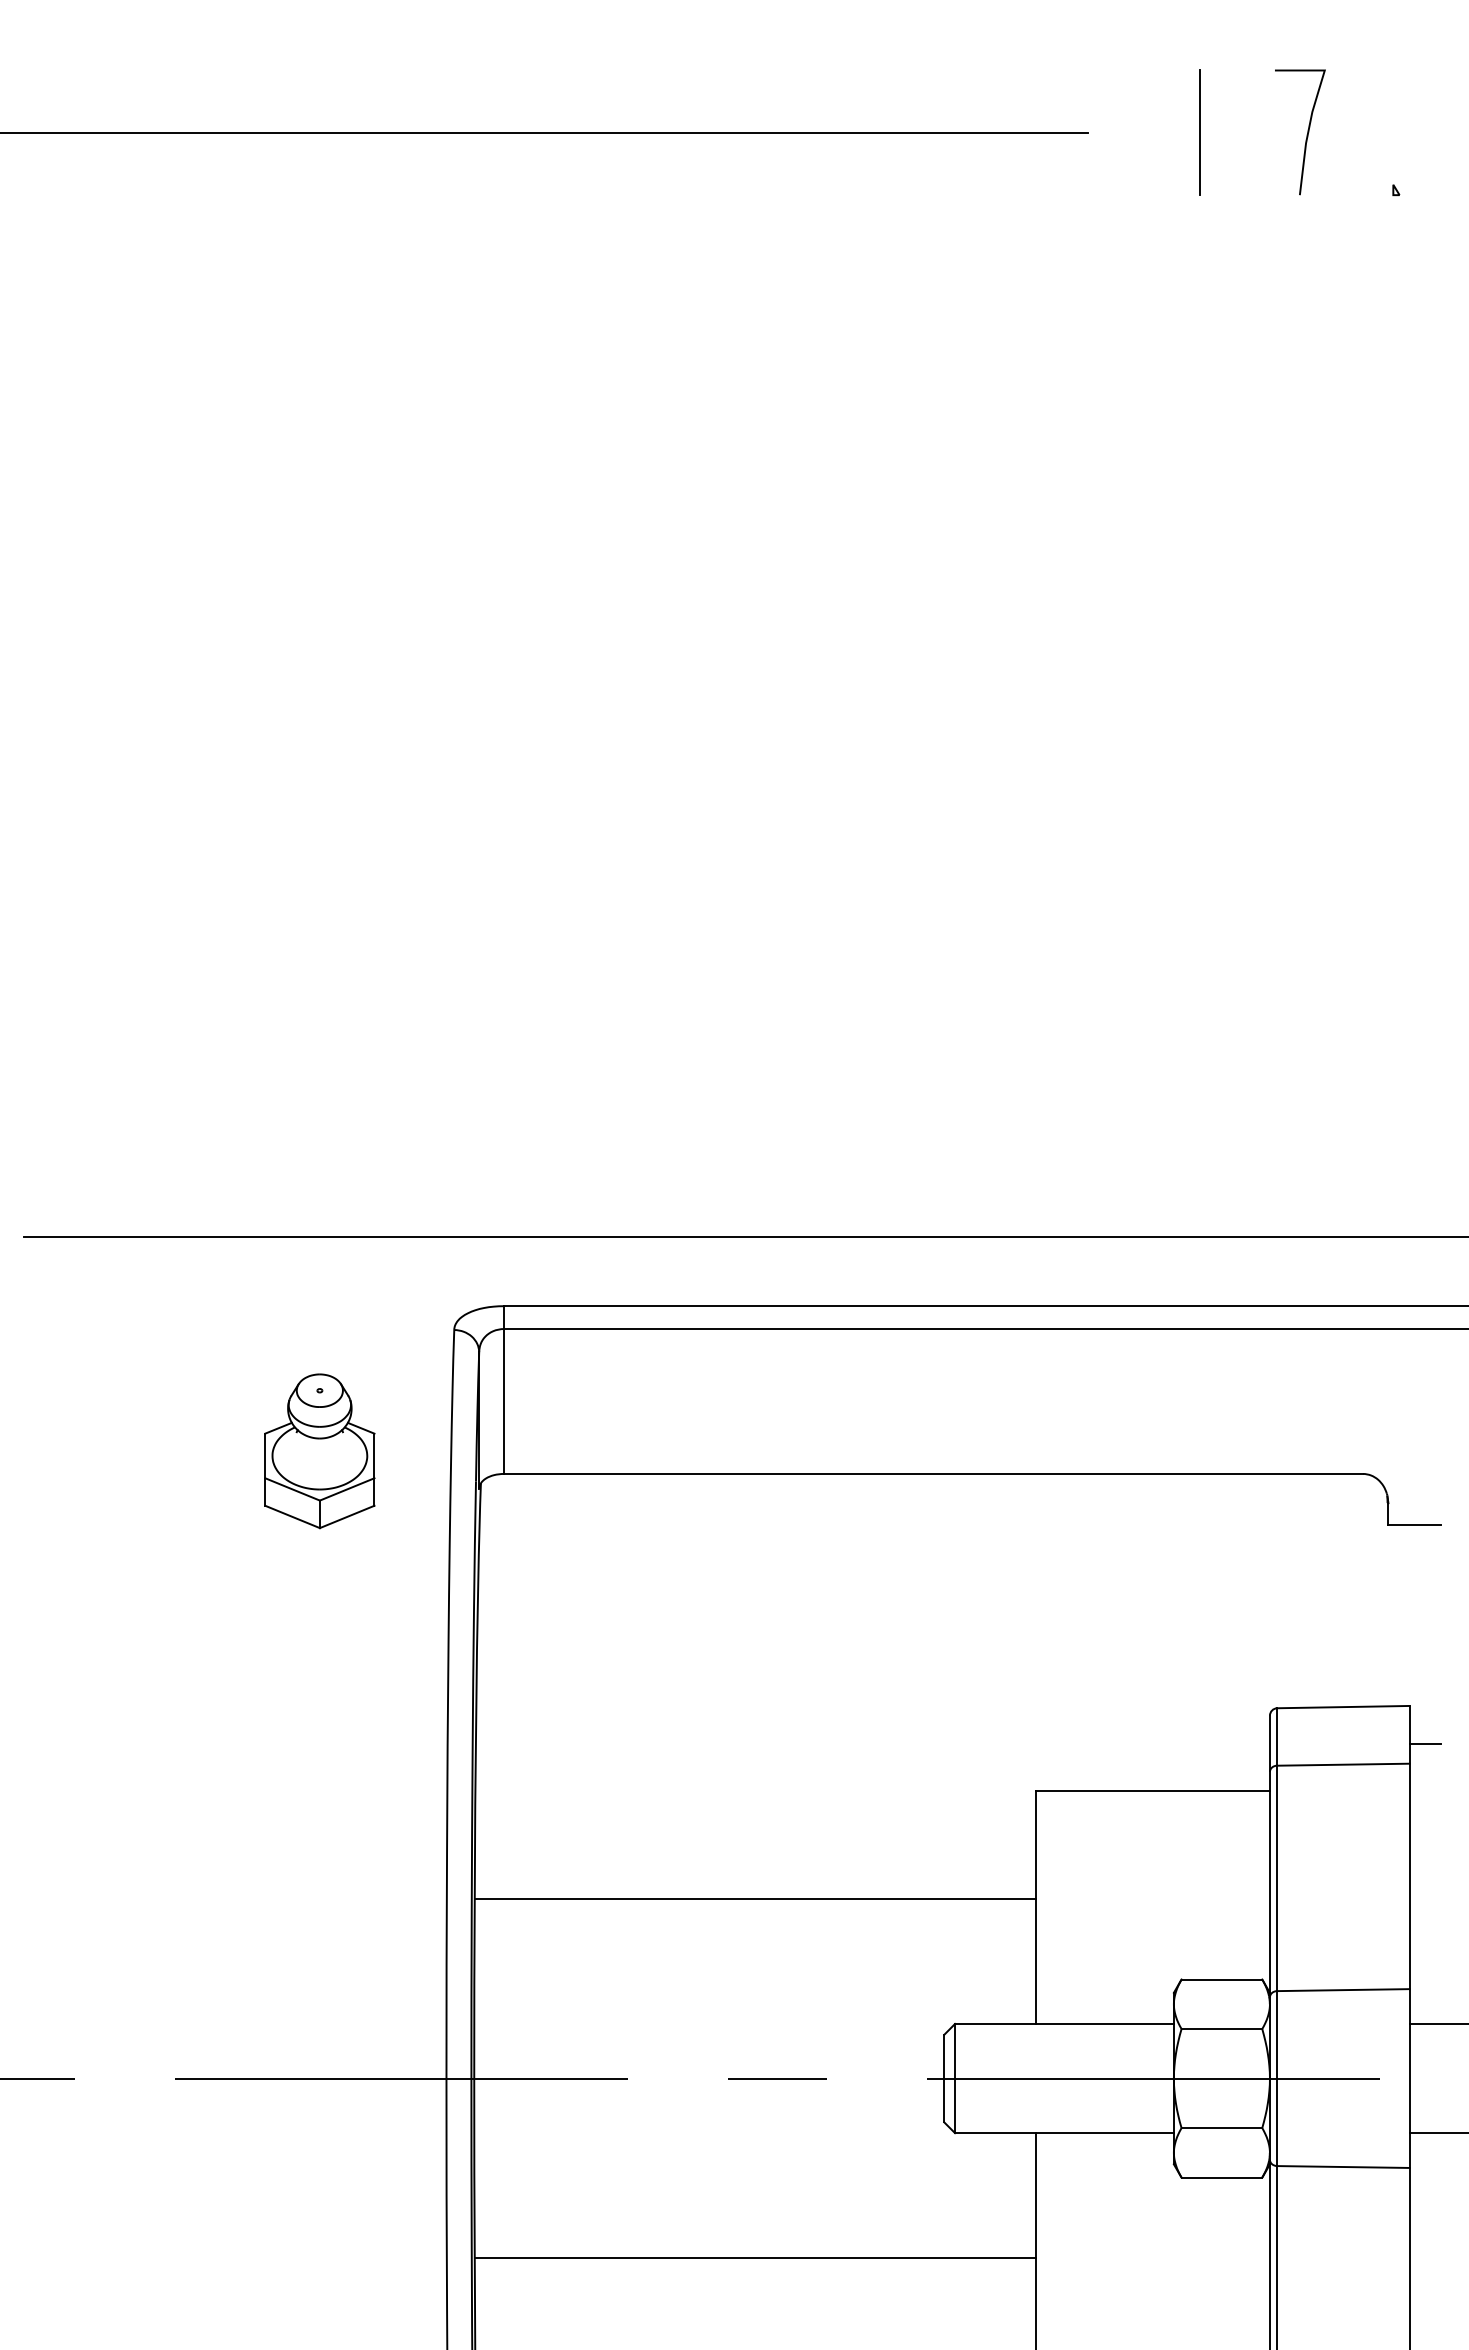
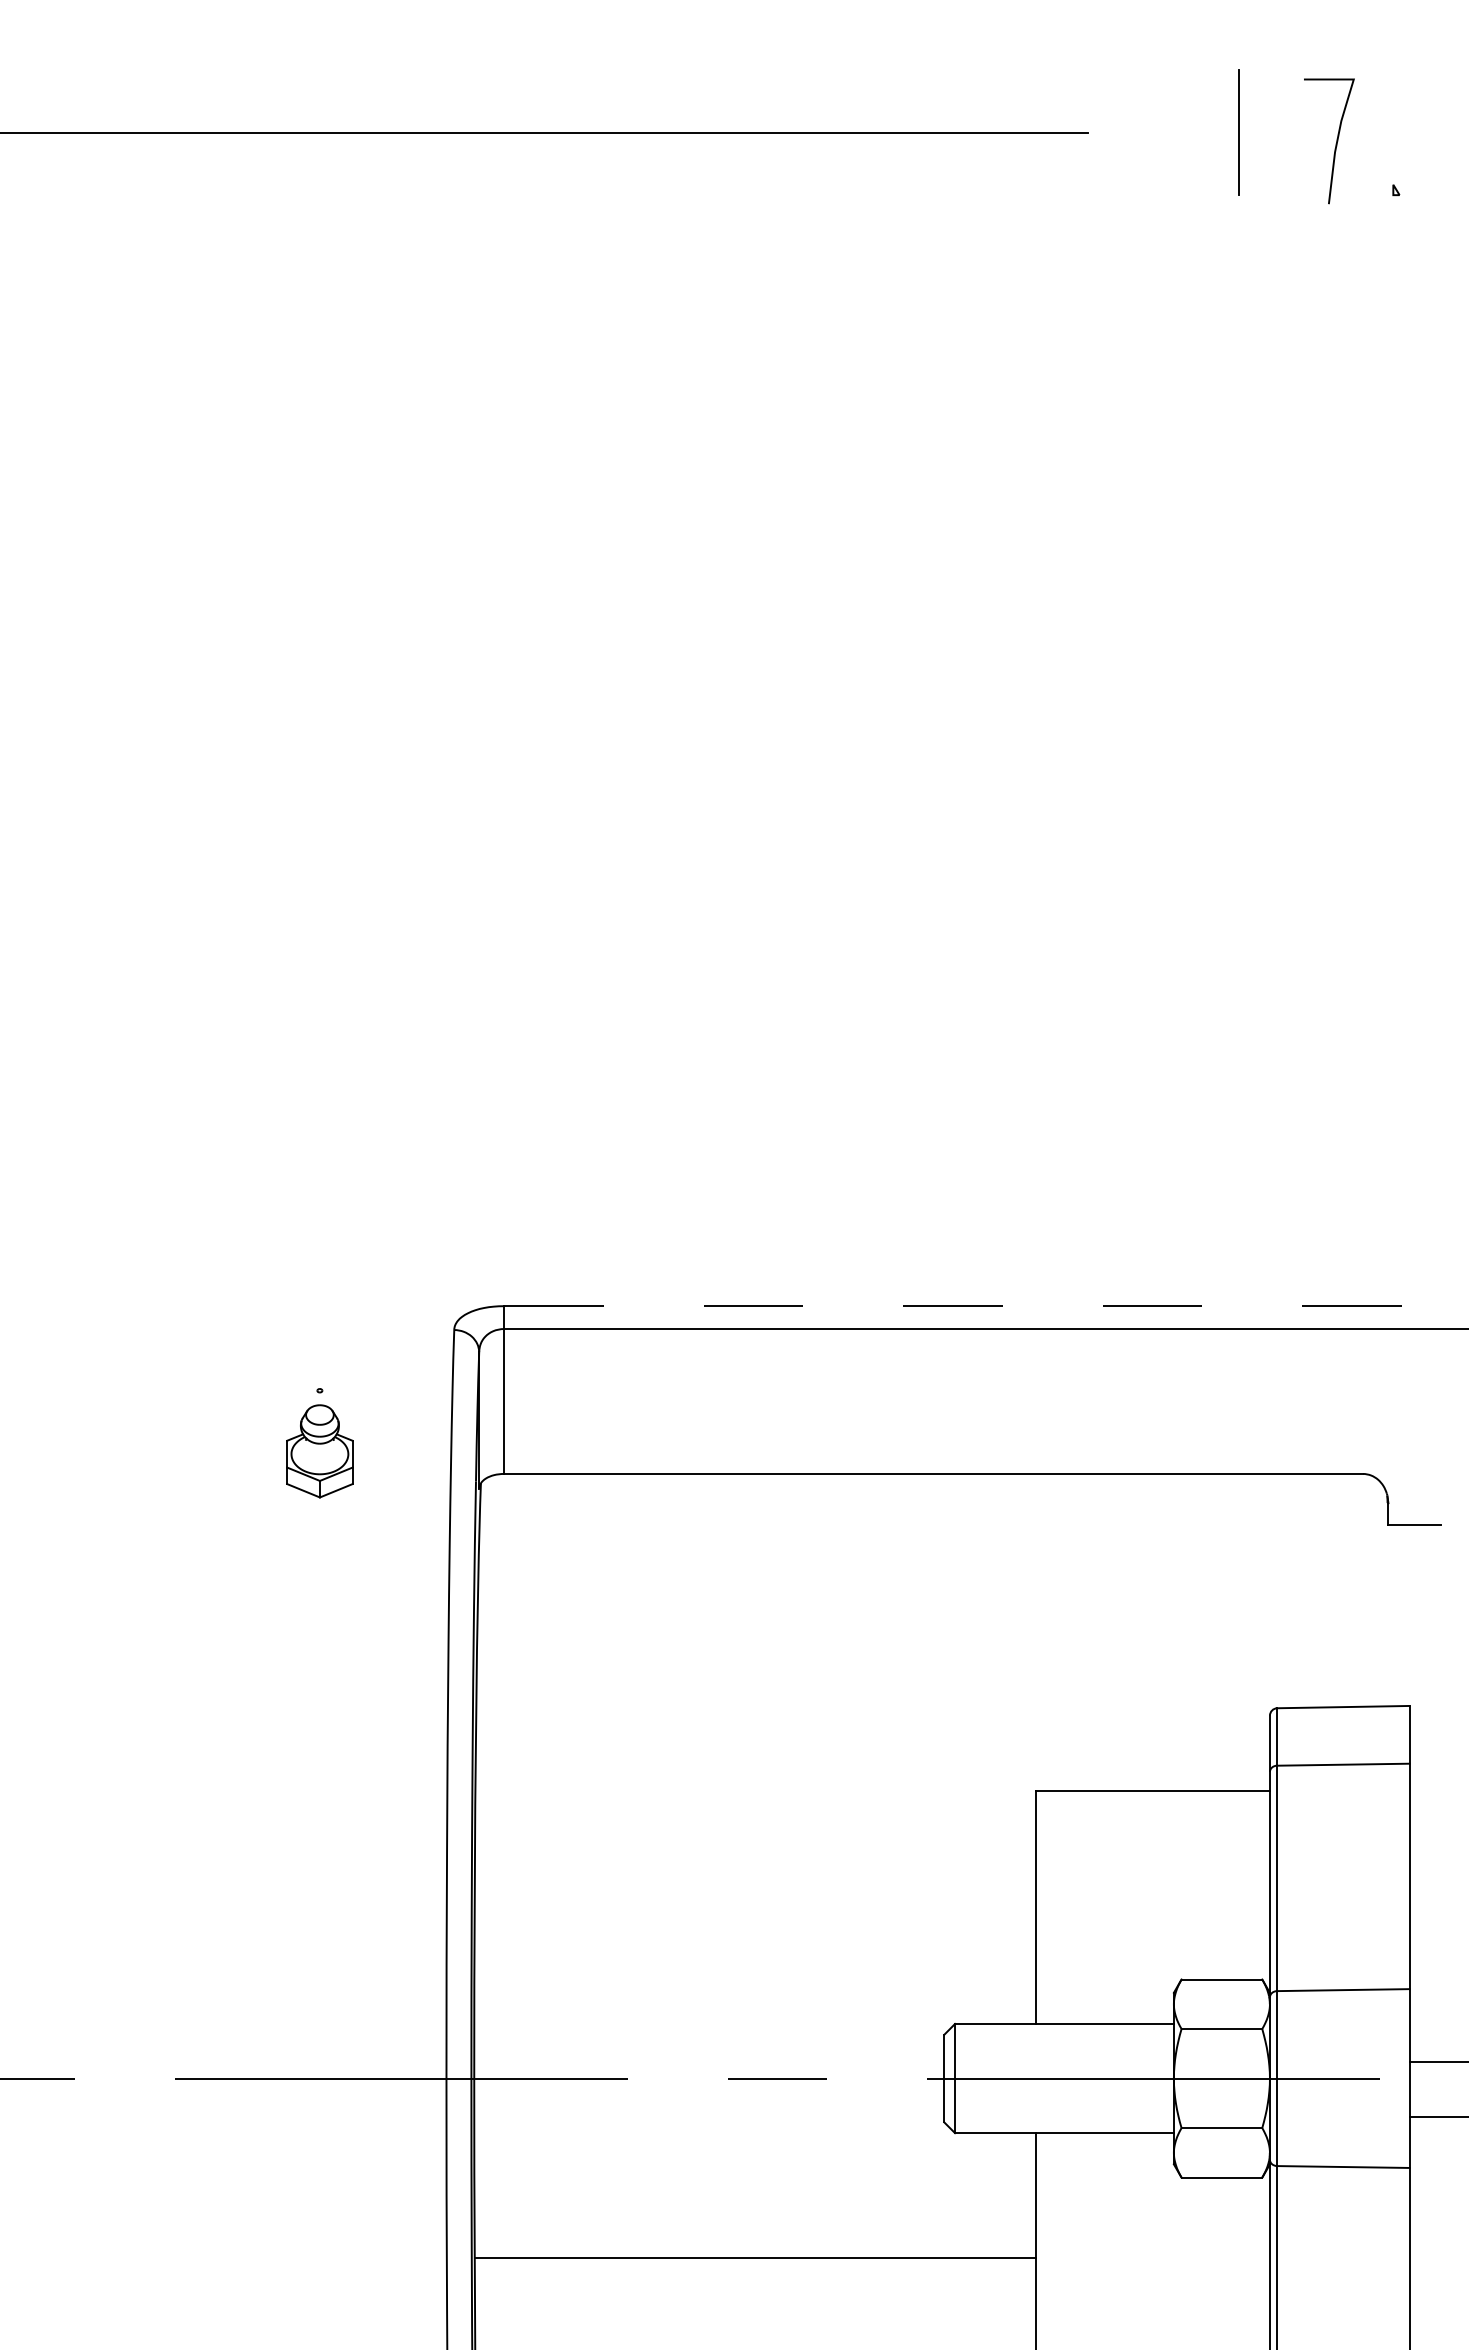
line at (1199, 132) position: (1199, 132) -> (1238, 132)
curve at (1306, 134) position: (1306, 134) -> (1335, 143)
line at (744, 1236): present -> none
line at (986, 1306): solid -> dashed
part at (319, 1451) size: 112x157 px -> 68x95 px
line at (1424, 1743): present -> none
line at (754, 1899): present -> none
line at (1437, 2023) position: (1437, 2023) -> (1437, 2061)
line at (1437, 2133) position: (1437, 2133) -> (1437, 2117)
